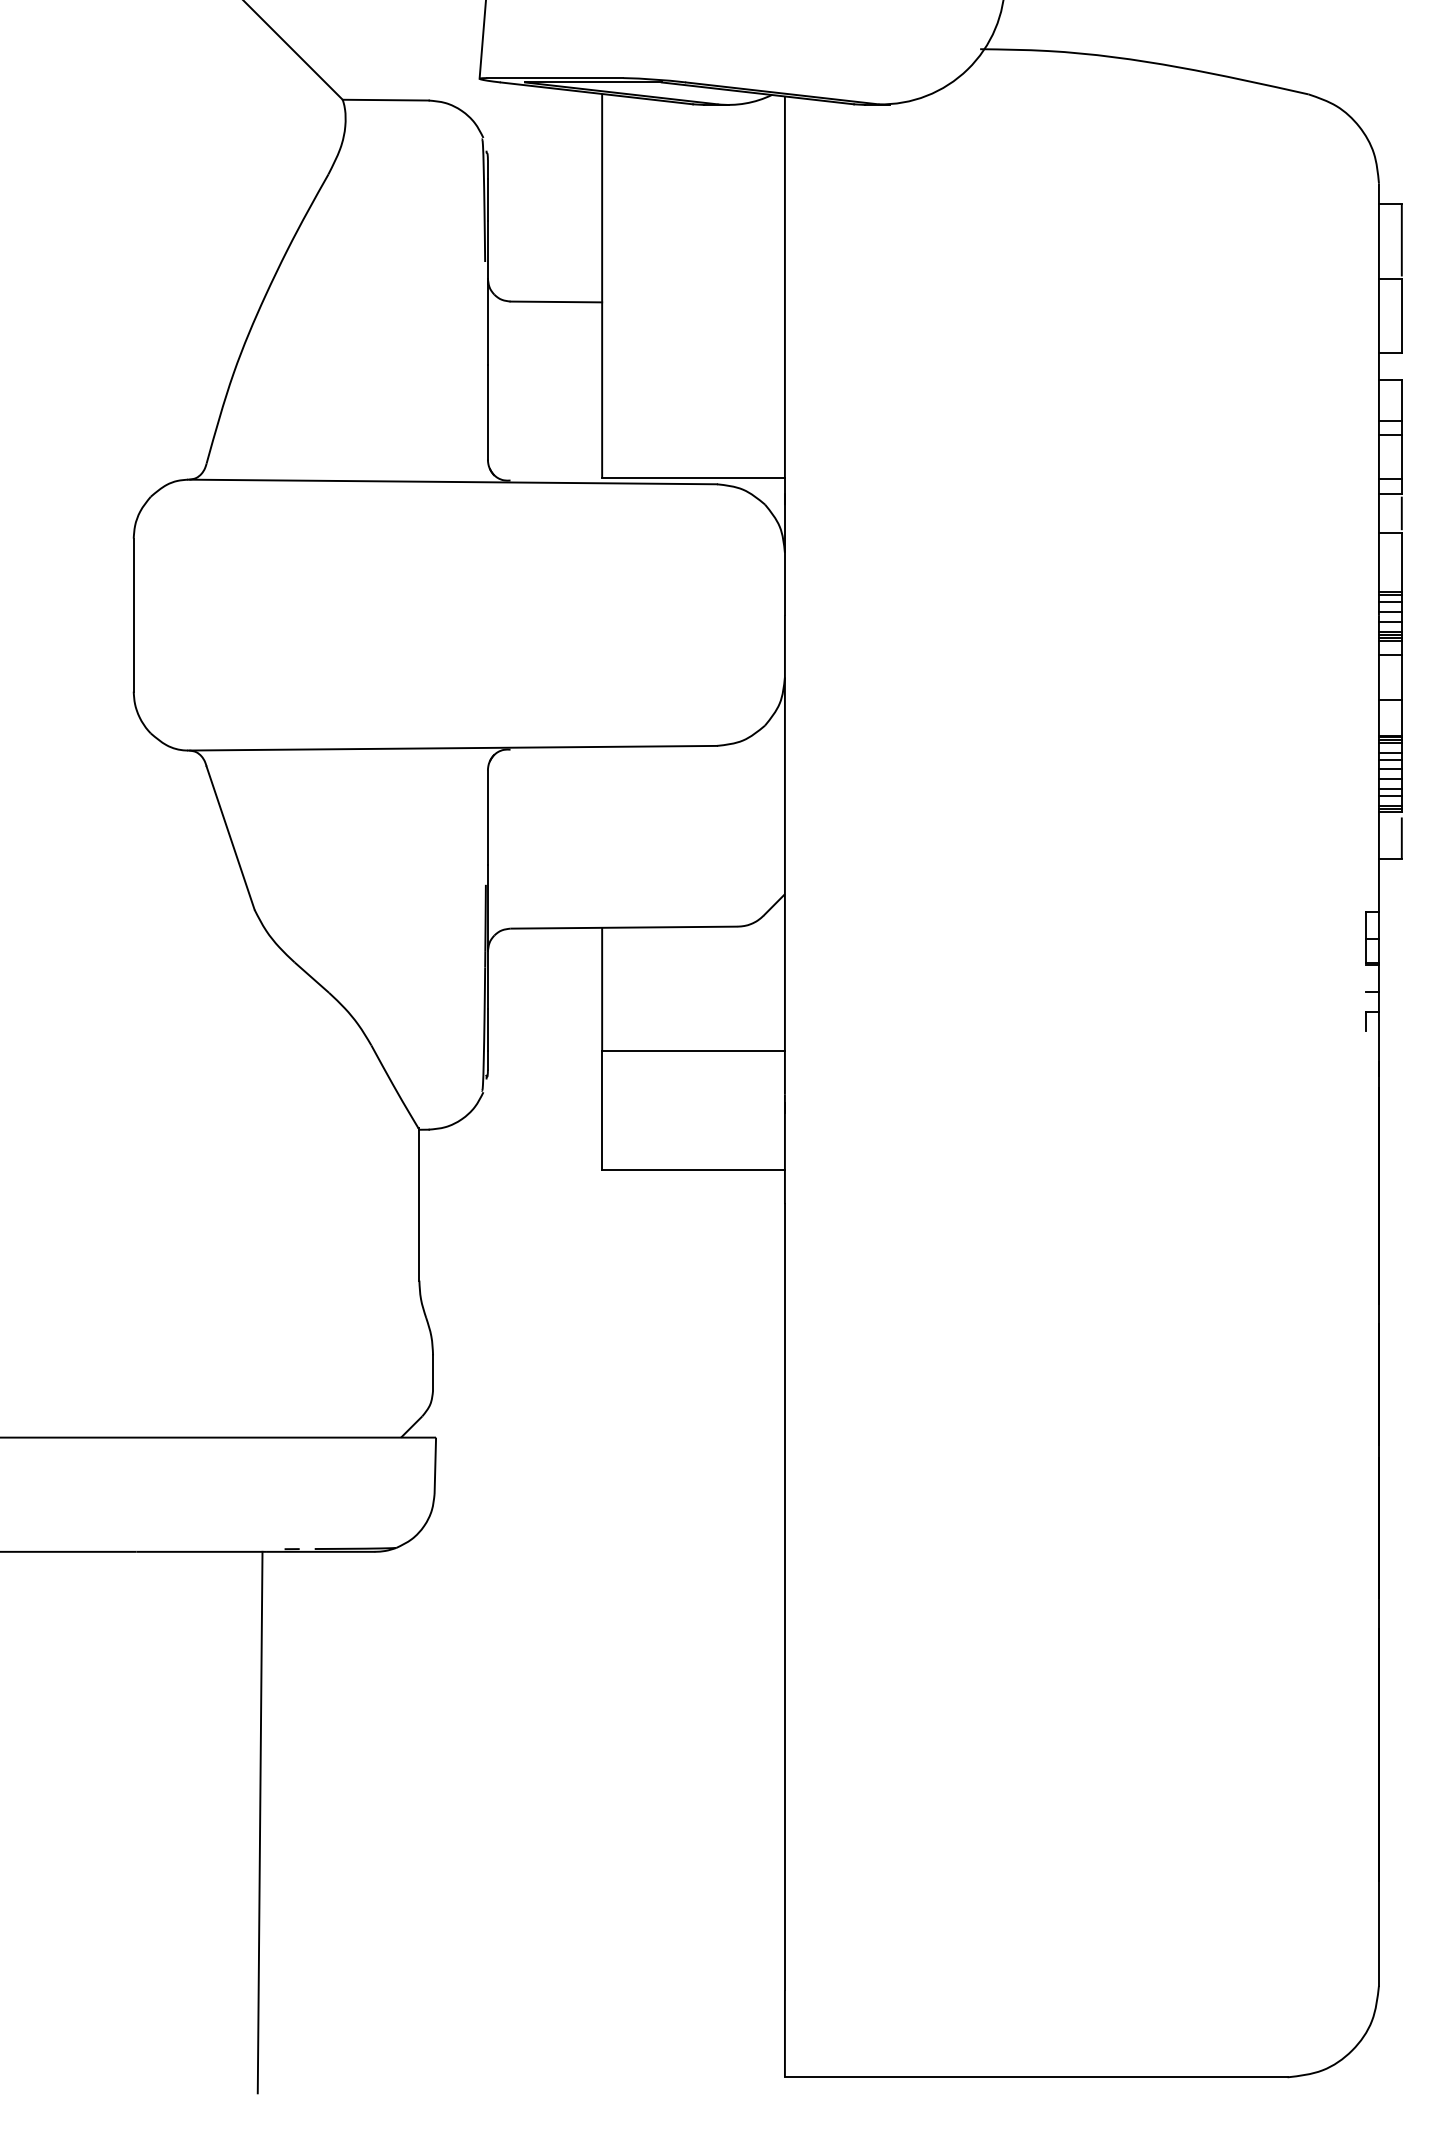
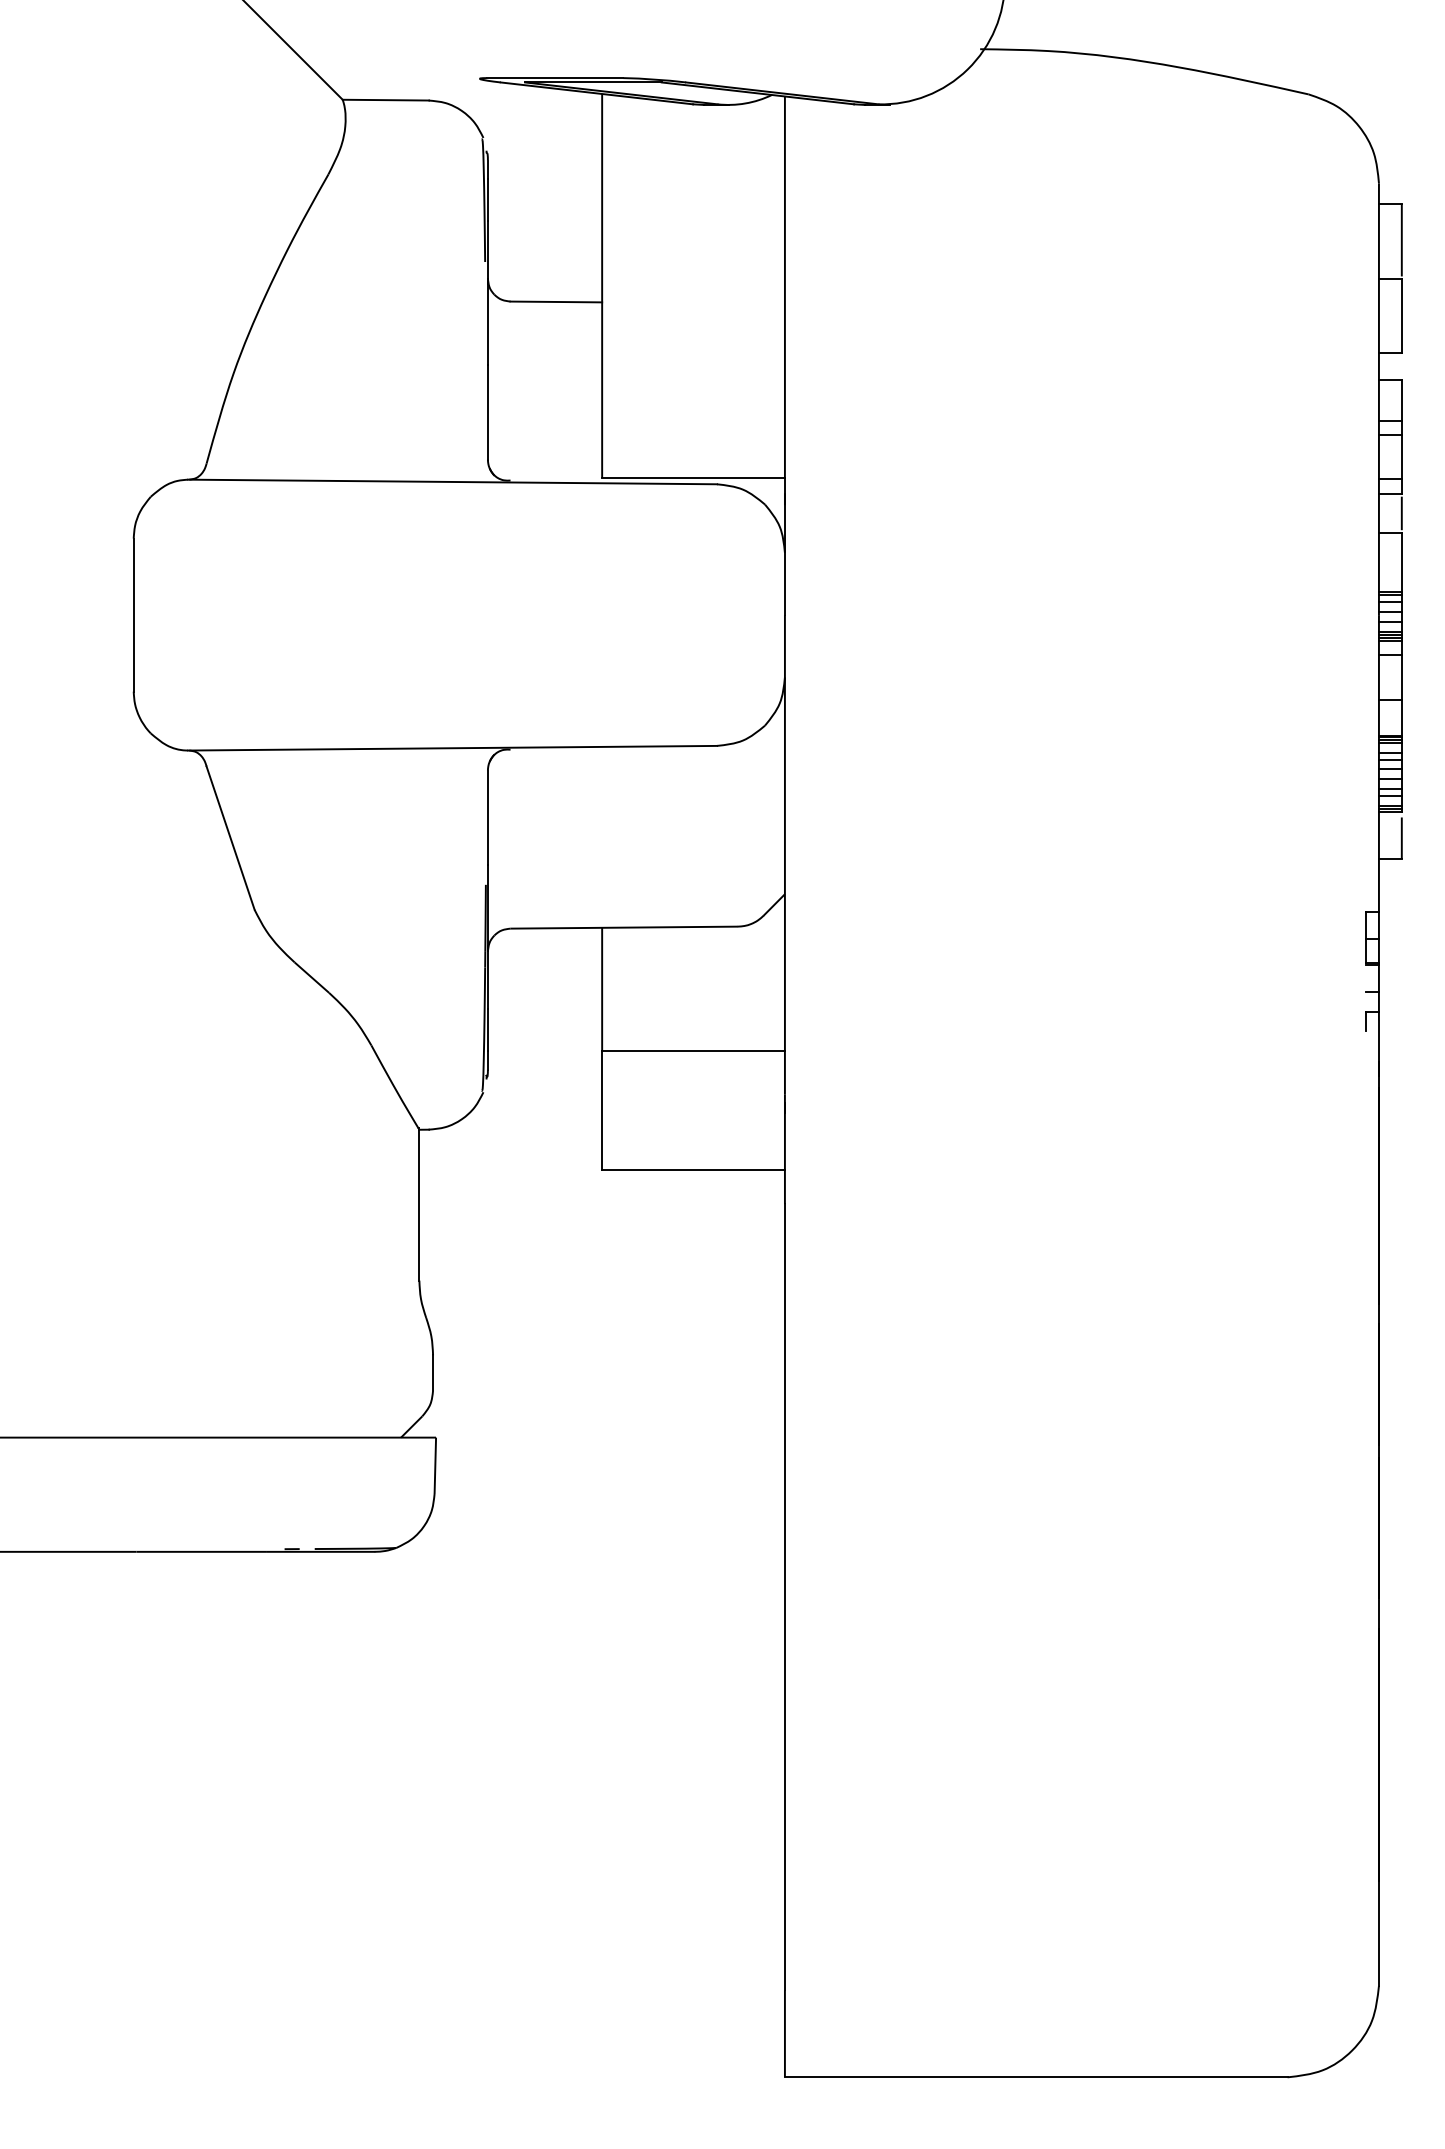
line at (482, 40): present -> none
line at (259, 1822): present -> none
